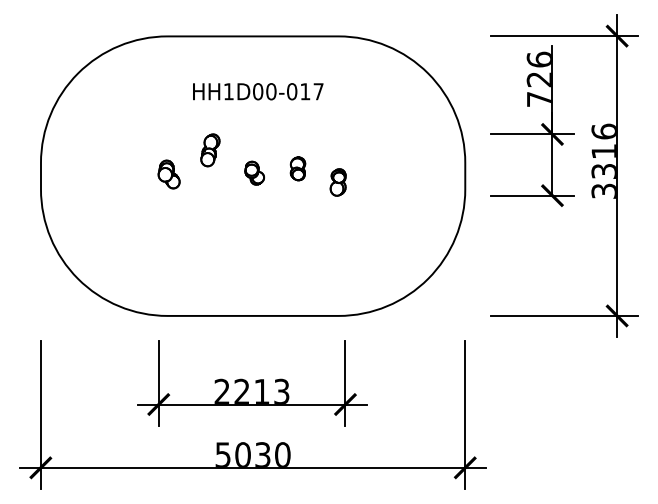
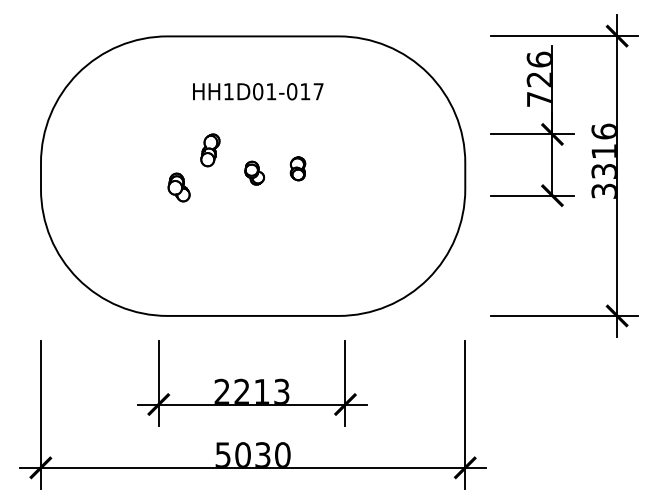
text at (271, 91): HH1D00-017 -> HH1D01-017
part at (168, 174) position: (168, 174) -> (178, 187)
part at (337, 182): present -> none
